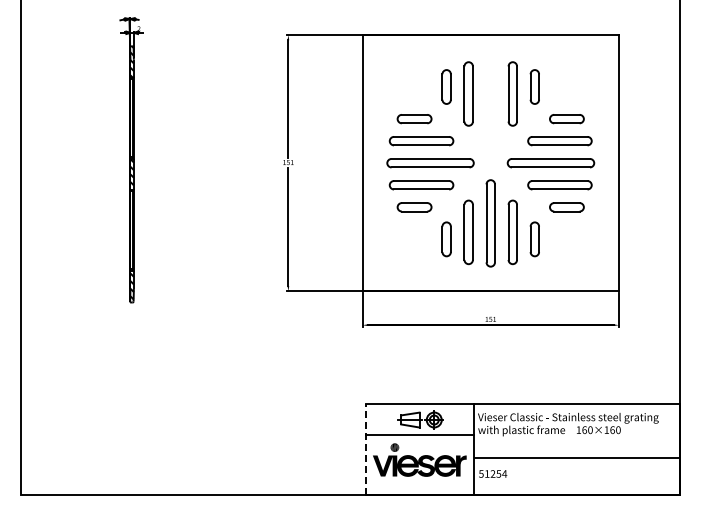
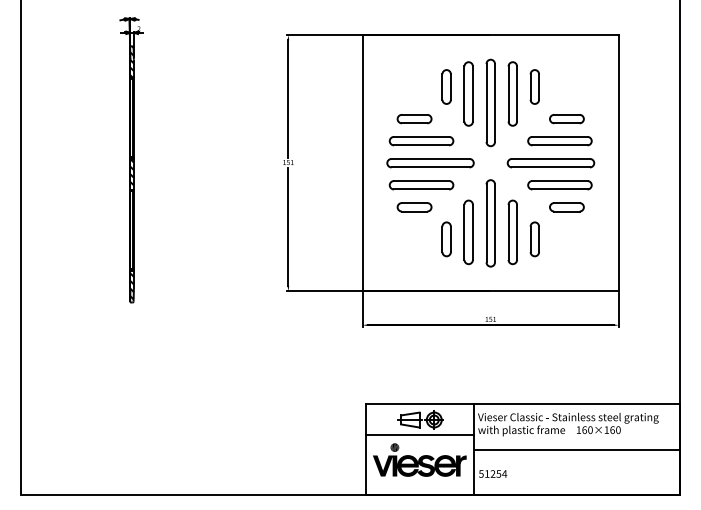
part at (490, 102): none -> present
line at (365, 449): dashed -> solid
line at (576, 457) position: (576, 457) -> (576, 449)
